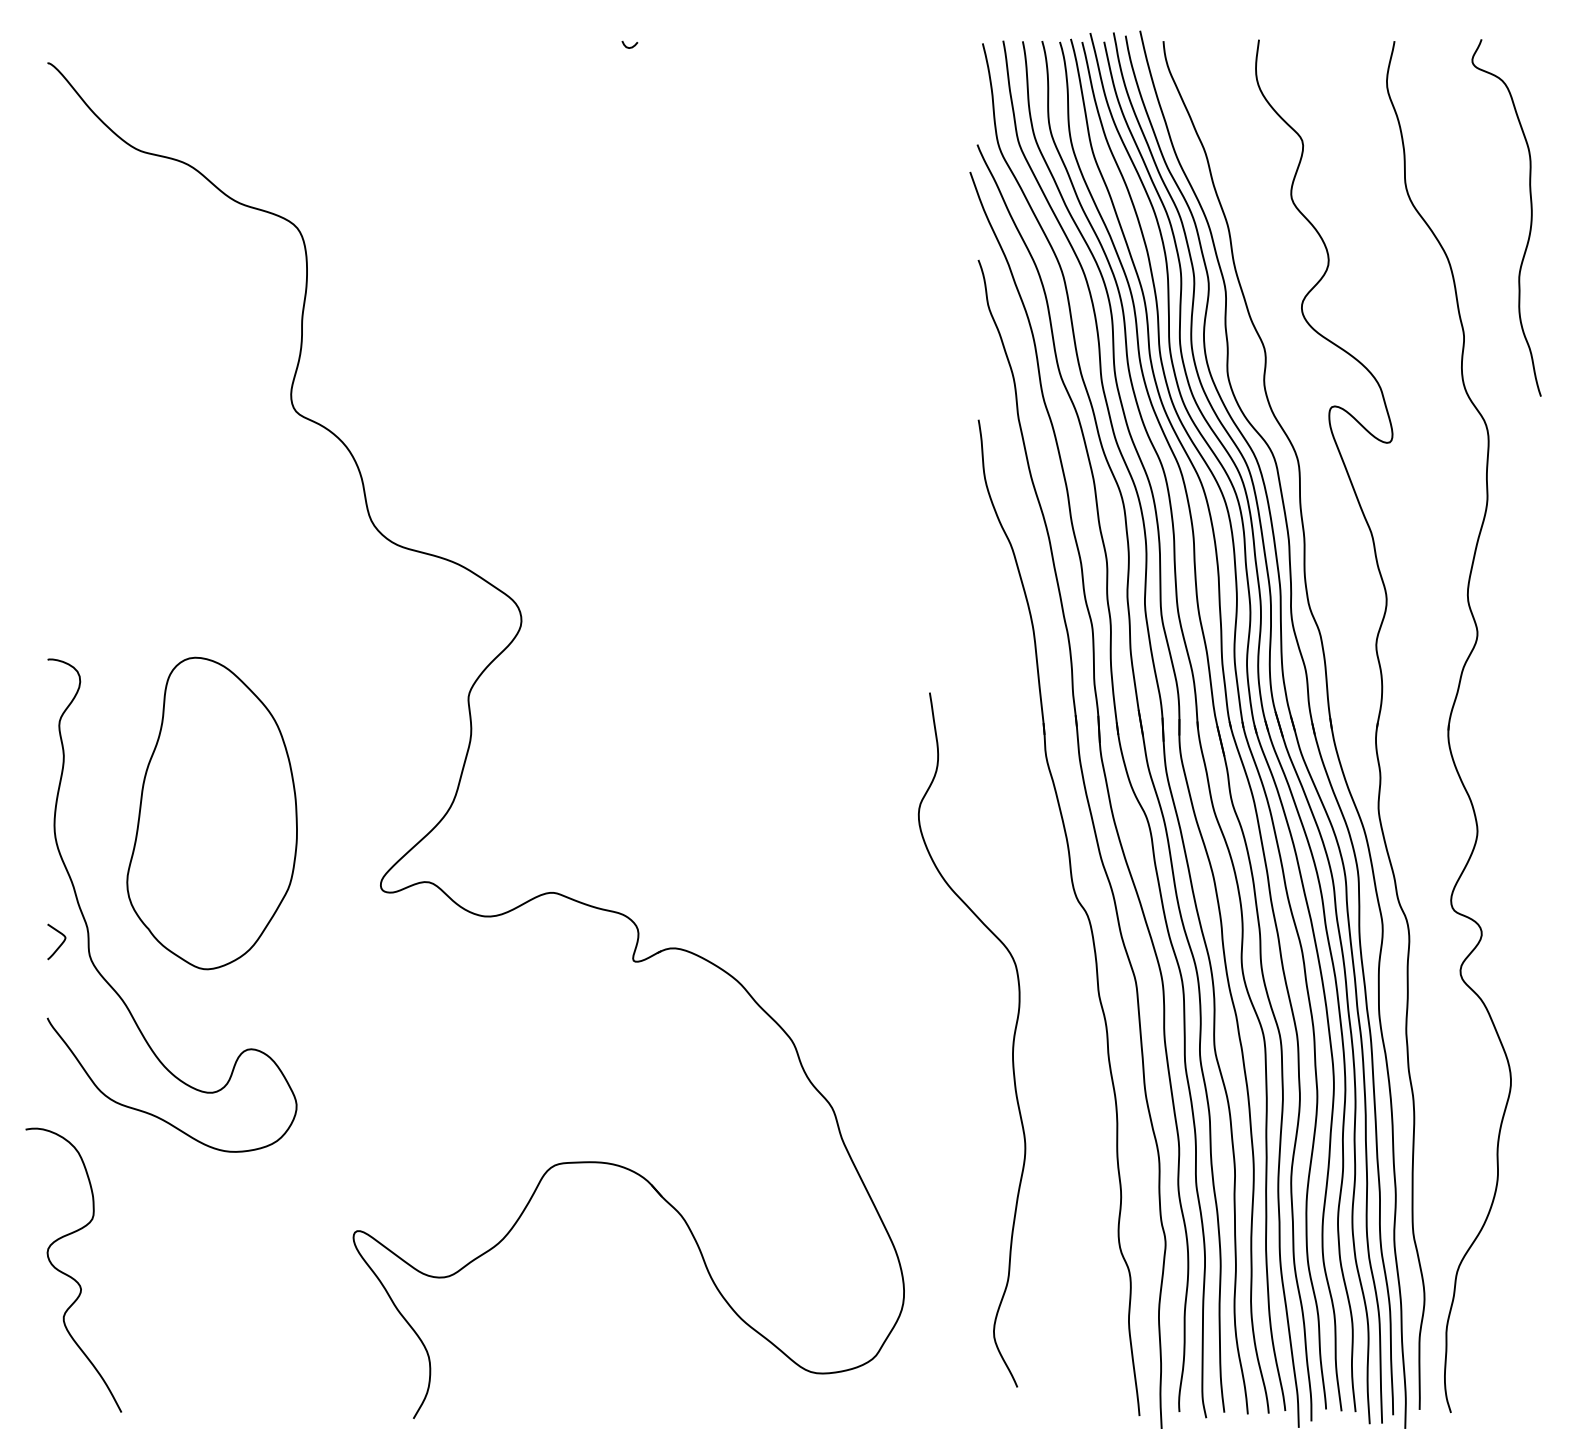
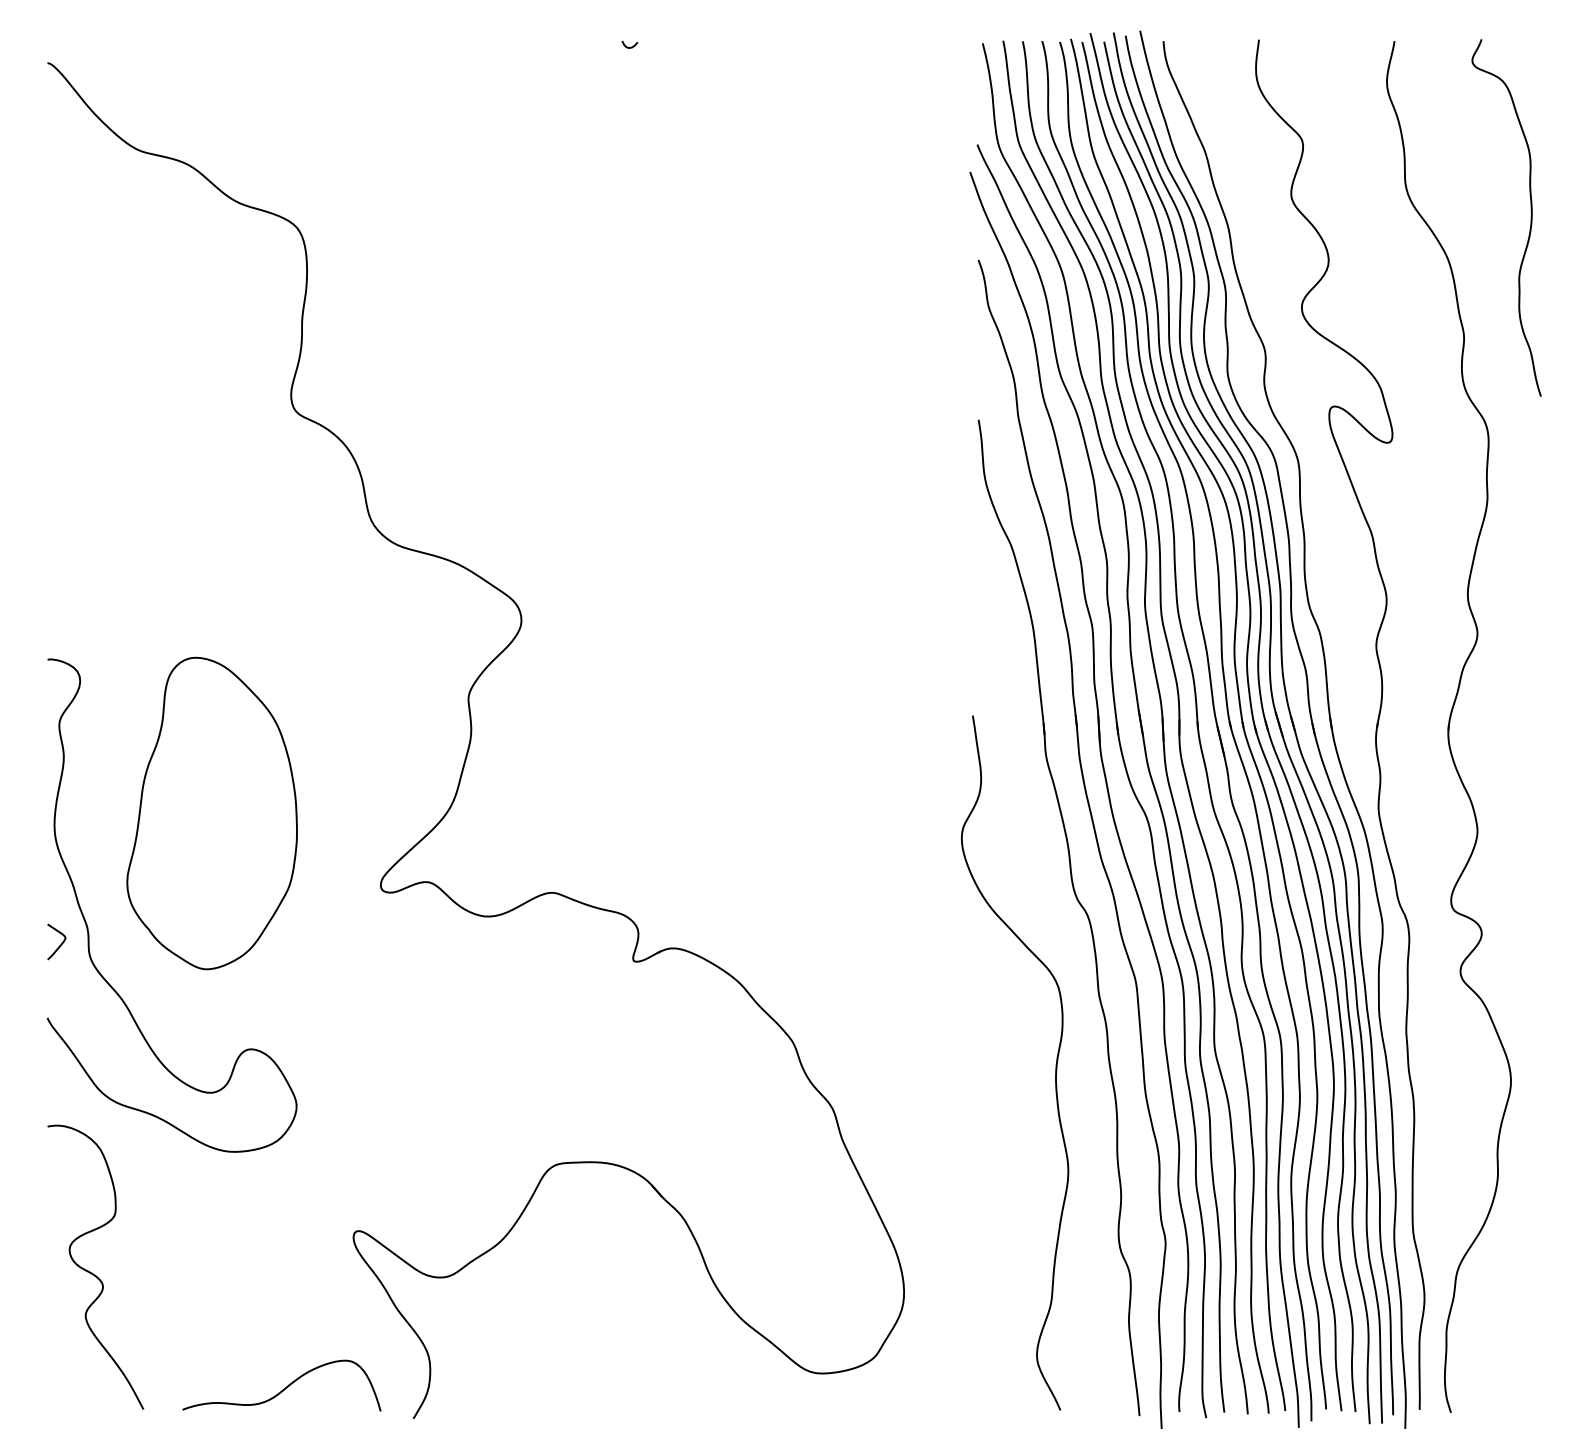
curve at (1012, 1041) position: (1012, 1041) -> (1055, 1064)
curve at (70, 1275) position: (70, 1275) -> (92, 1272)
curve at (283, 1388): none -> present
